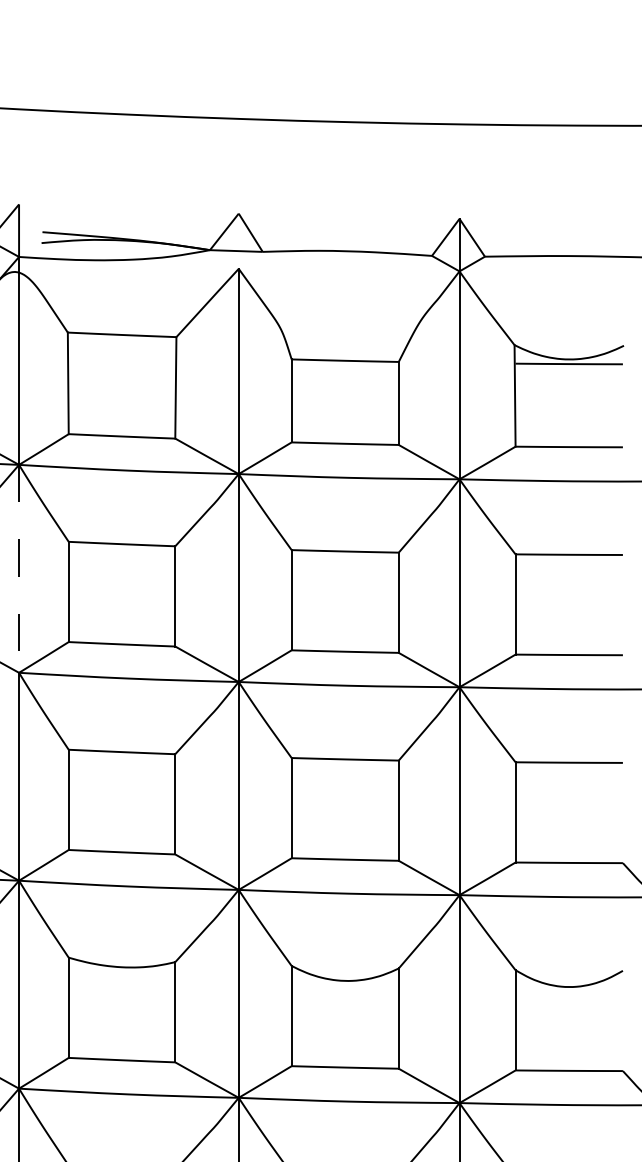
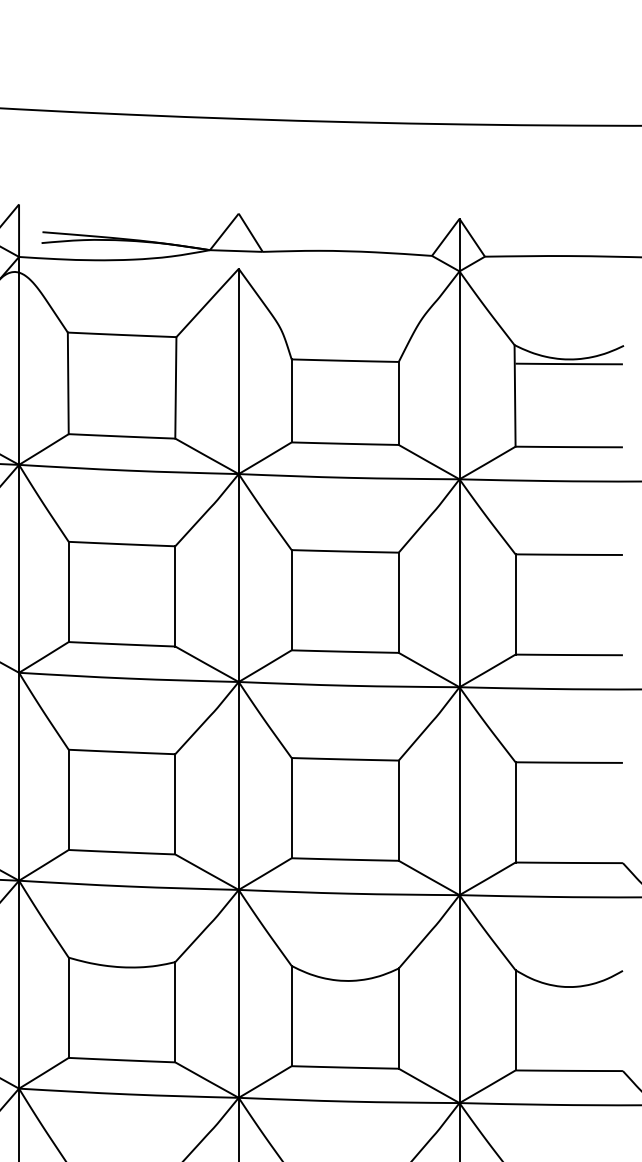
line at (19, 568): dashed -> solid
